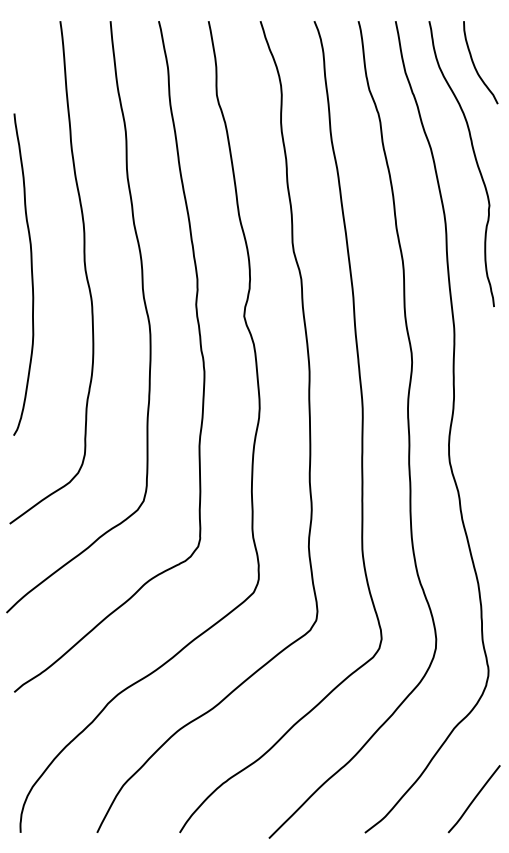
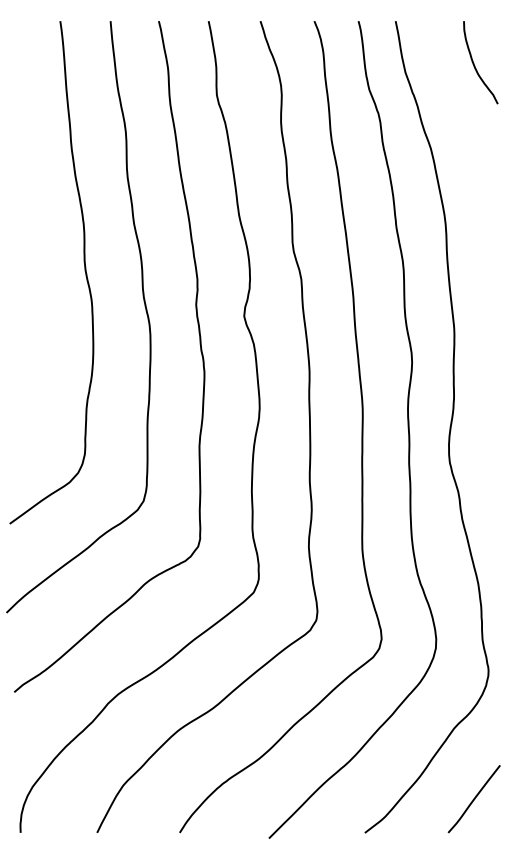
curve at (474, 158): present -> none
curve at (31, 274): present -> none
